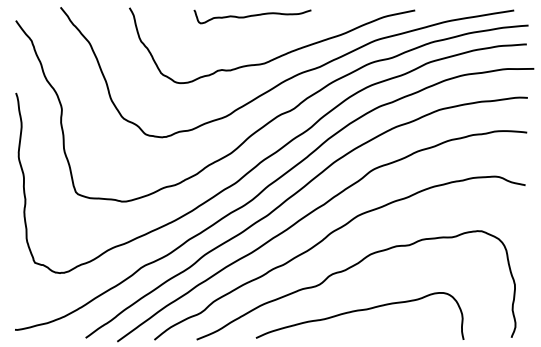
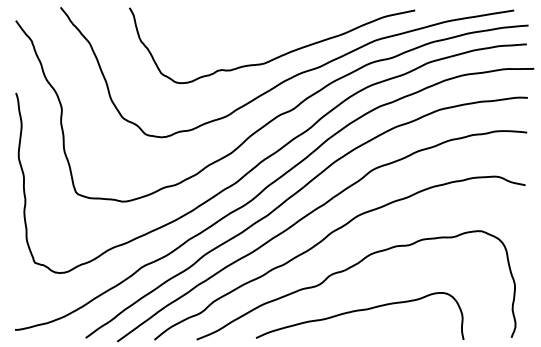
curve at (252, 16): present -> none
